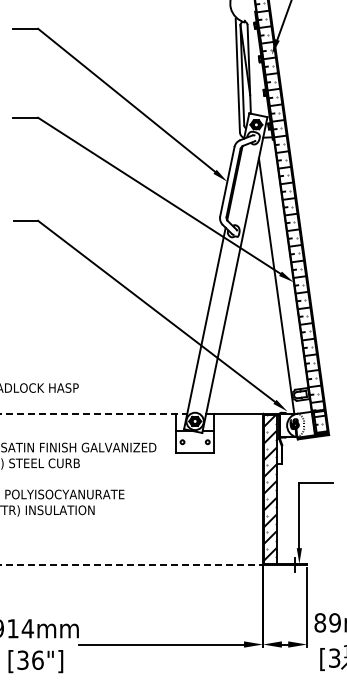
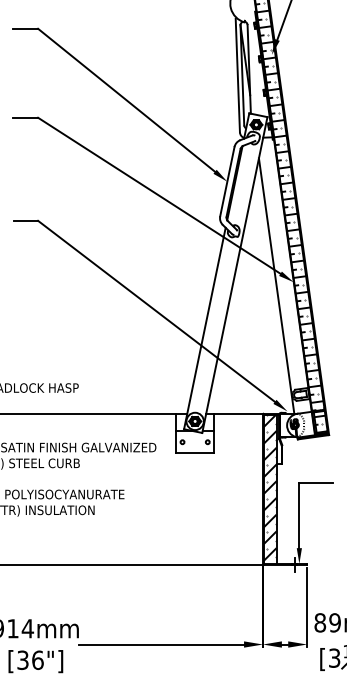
line at (94, 413): dashed -> solid
line at (132, 564): dashed -> solid
